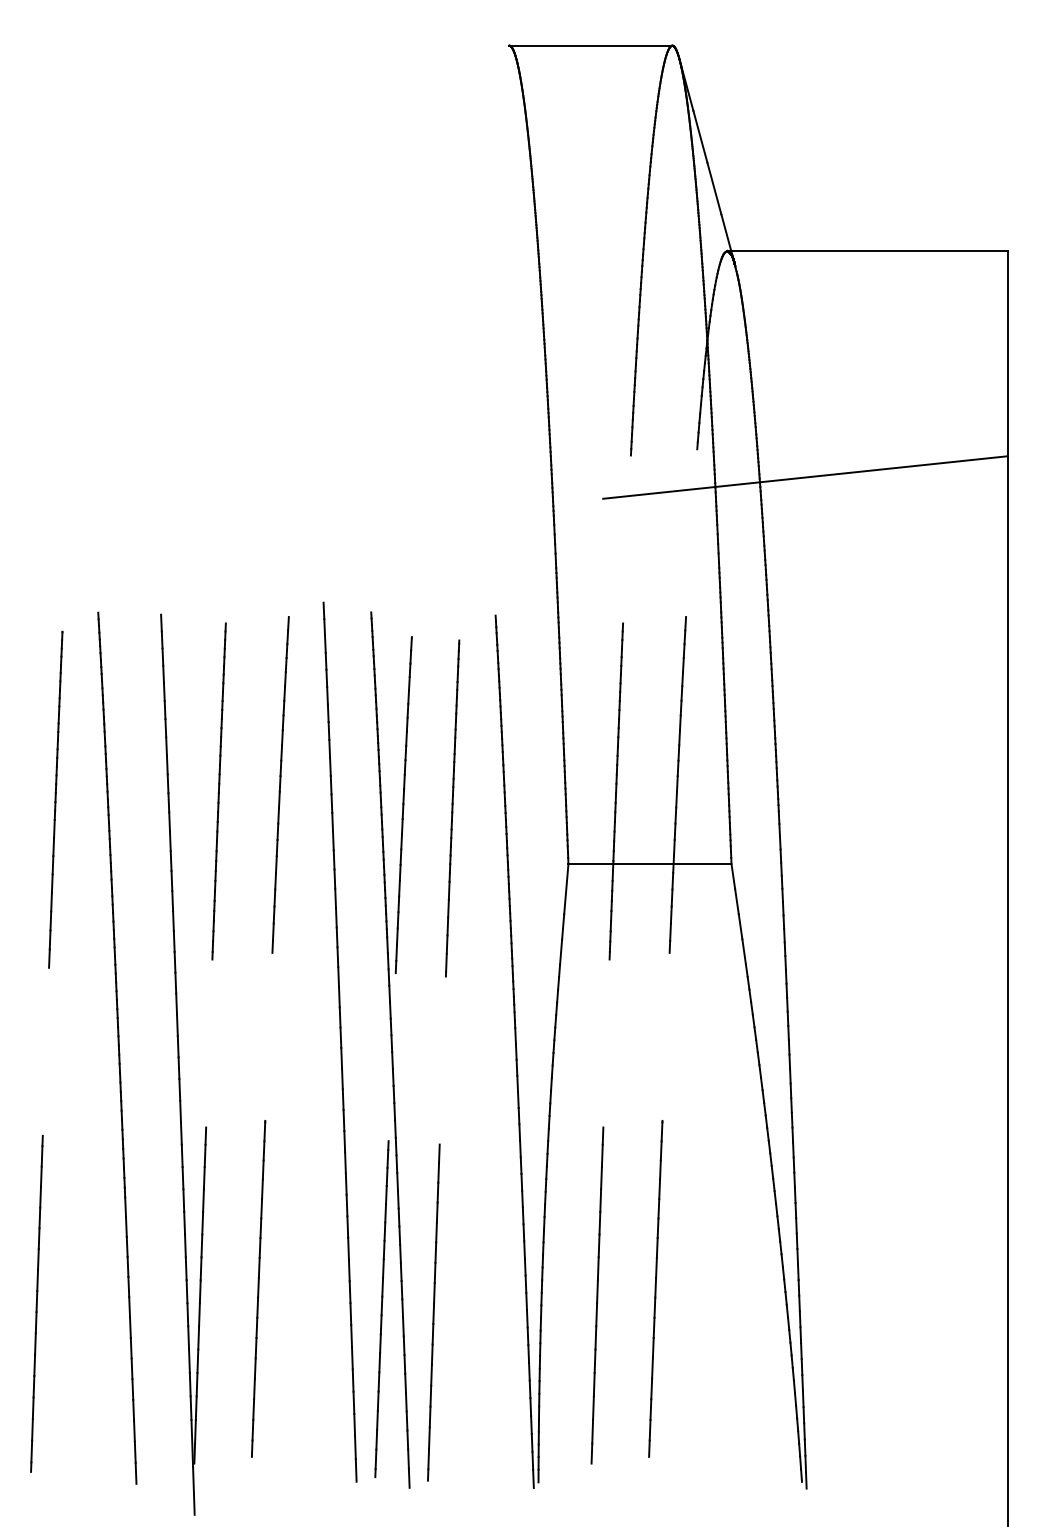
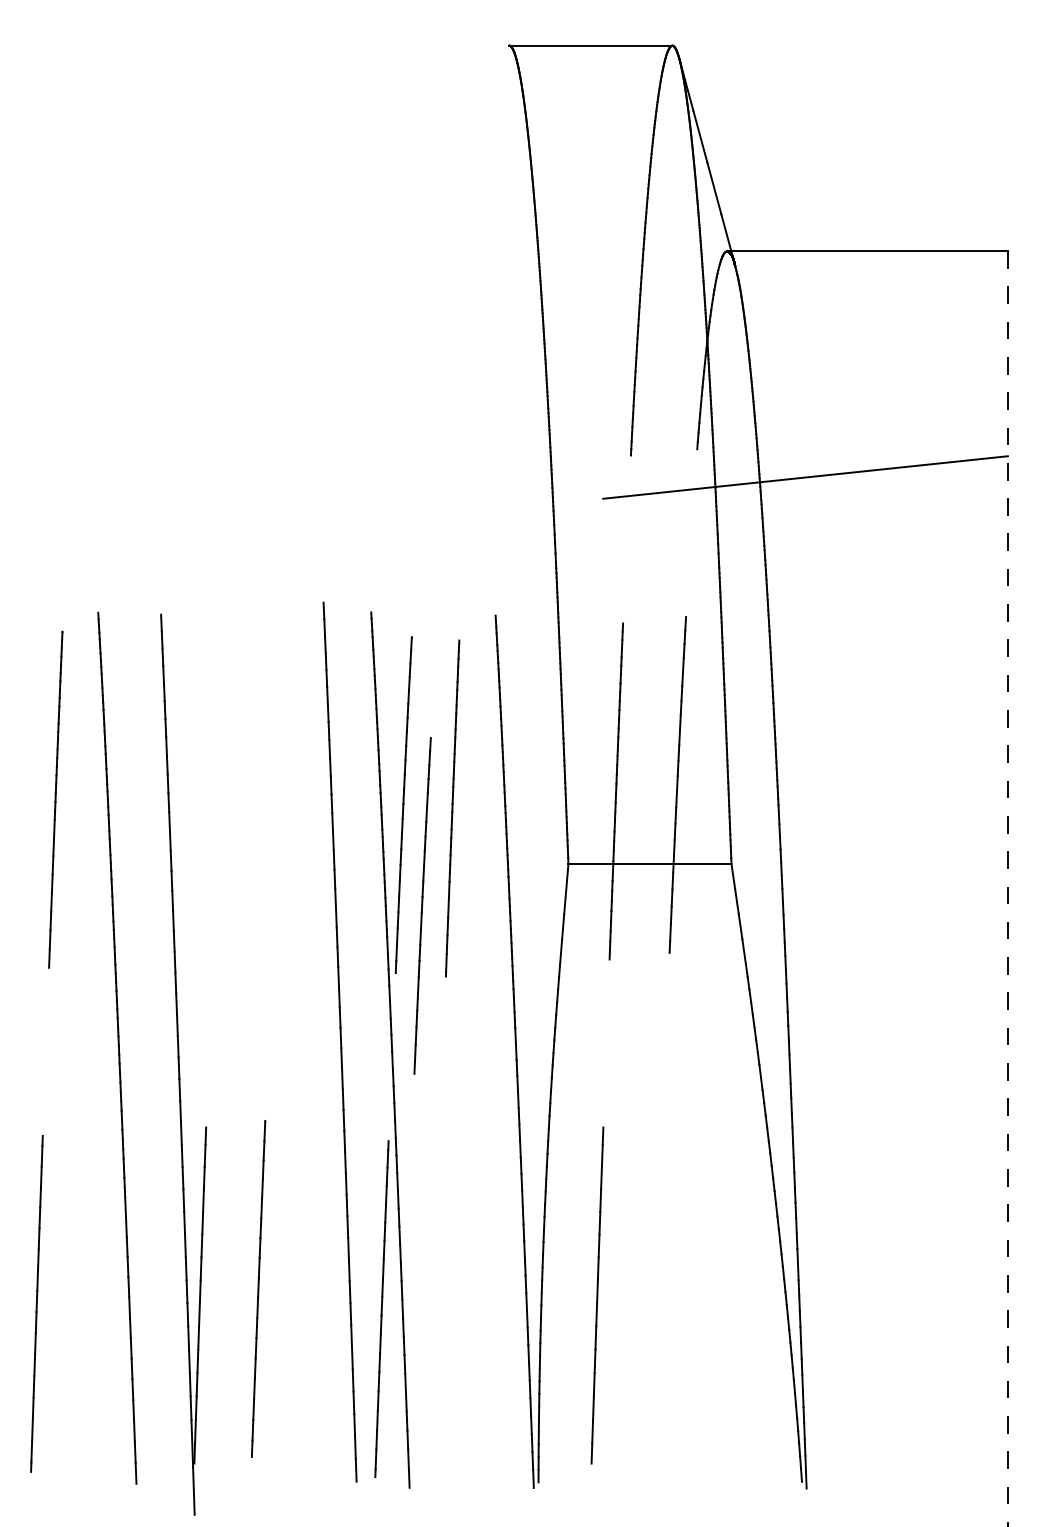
line at (280, 784) position: (280, 784) -> (422, 905)
line at (218, 791): present -> none
line at (1007, 889): solid -> dashed
line at (655, 1288): present -> none
line at (433, 1312): present -> none
